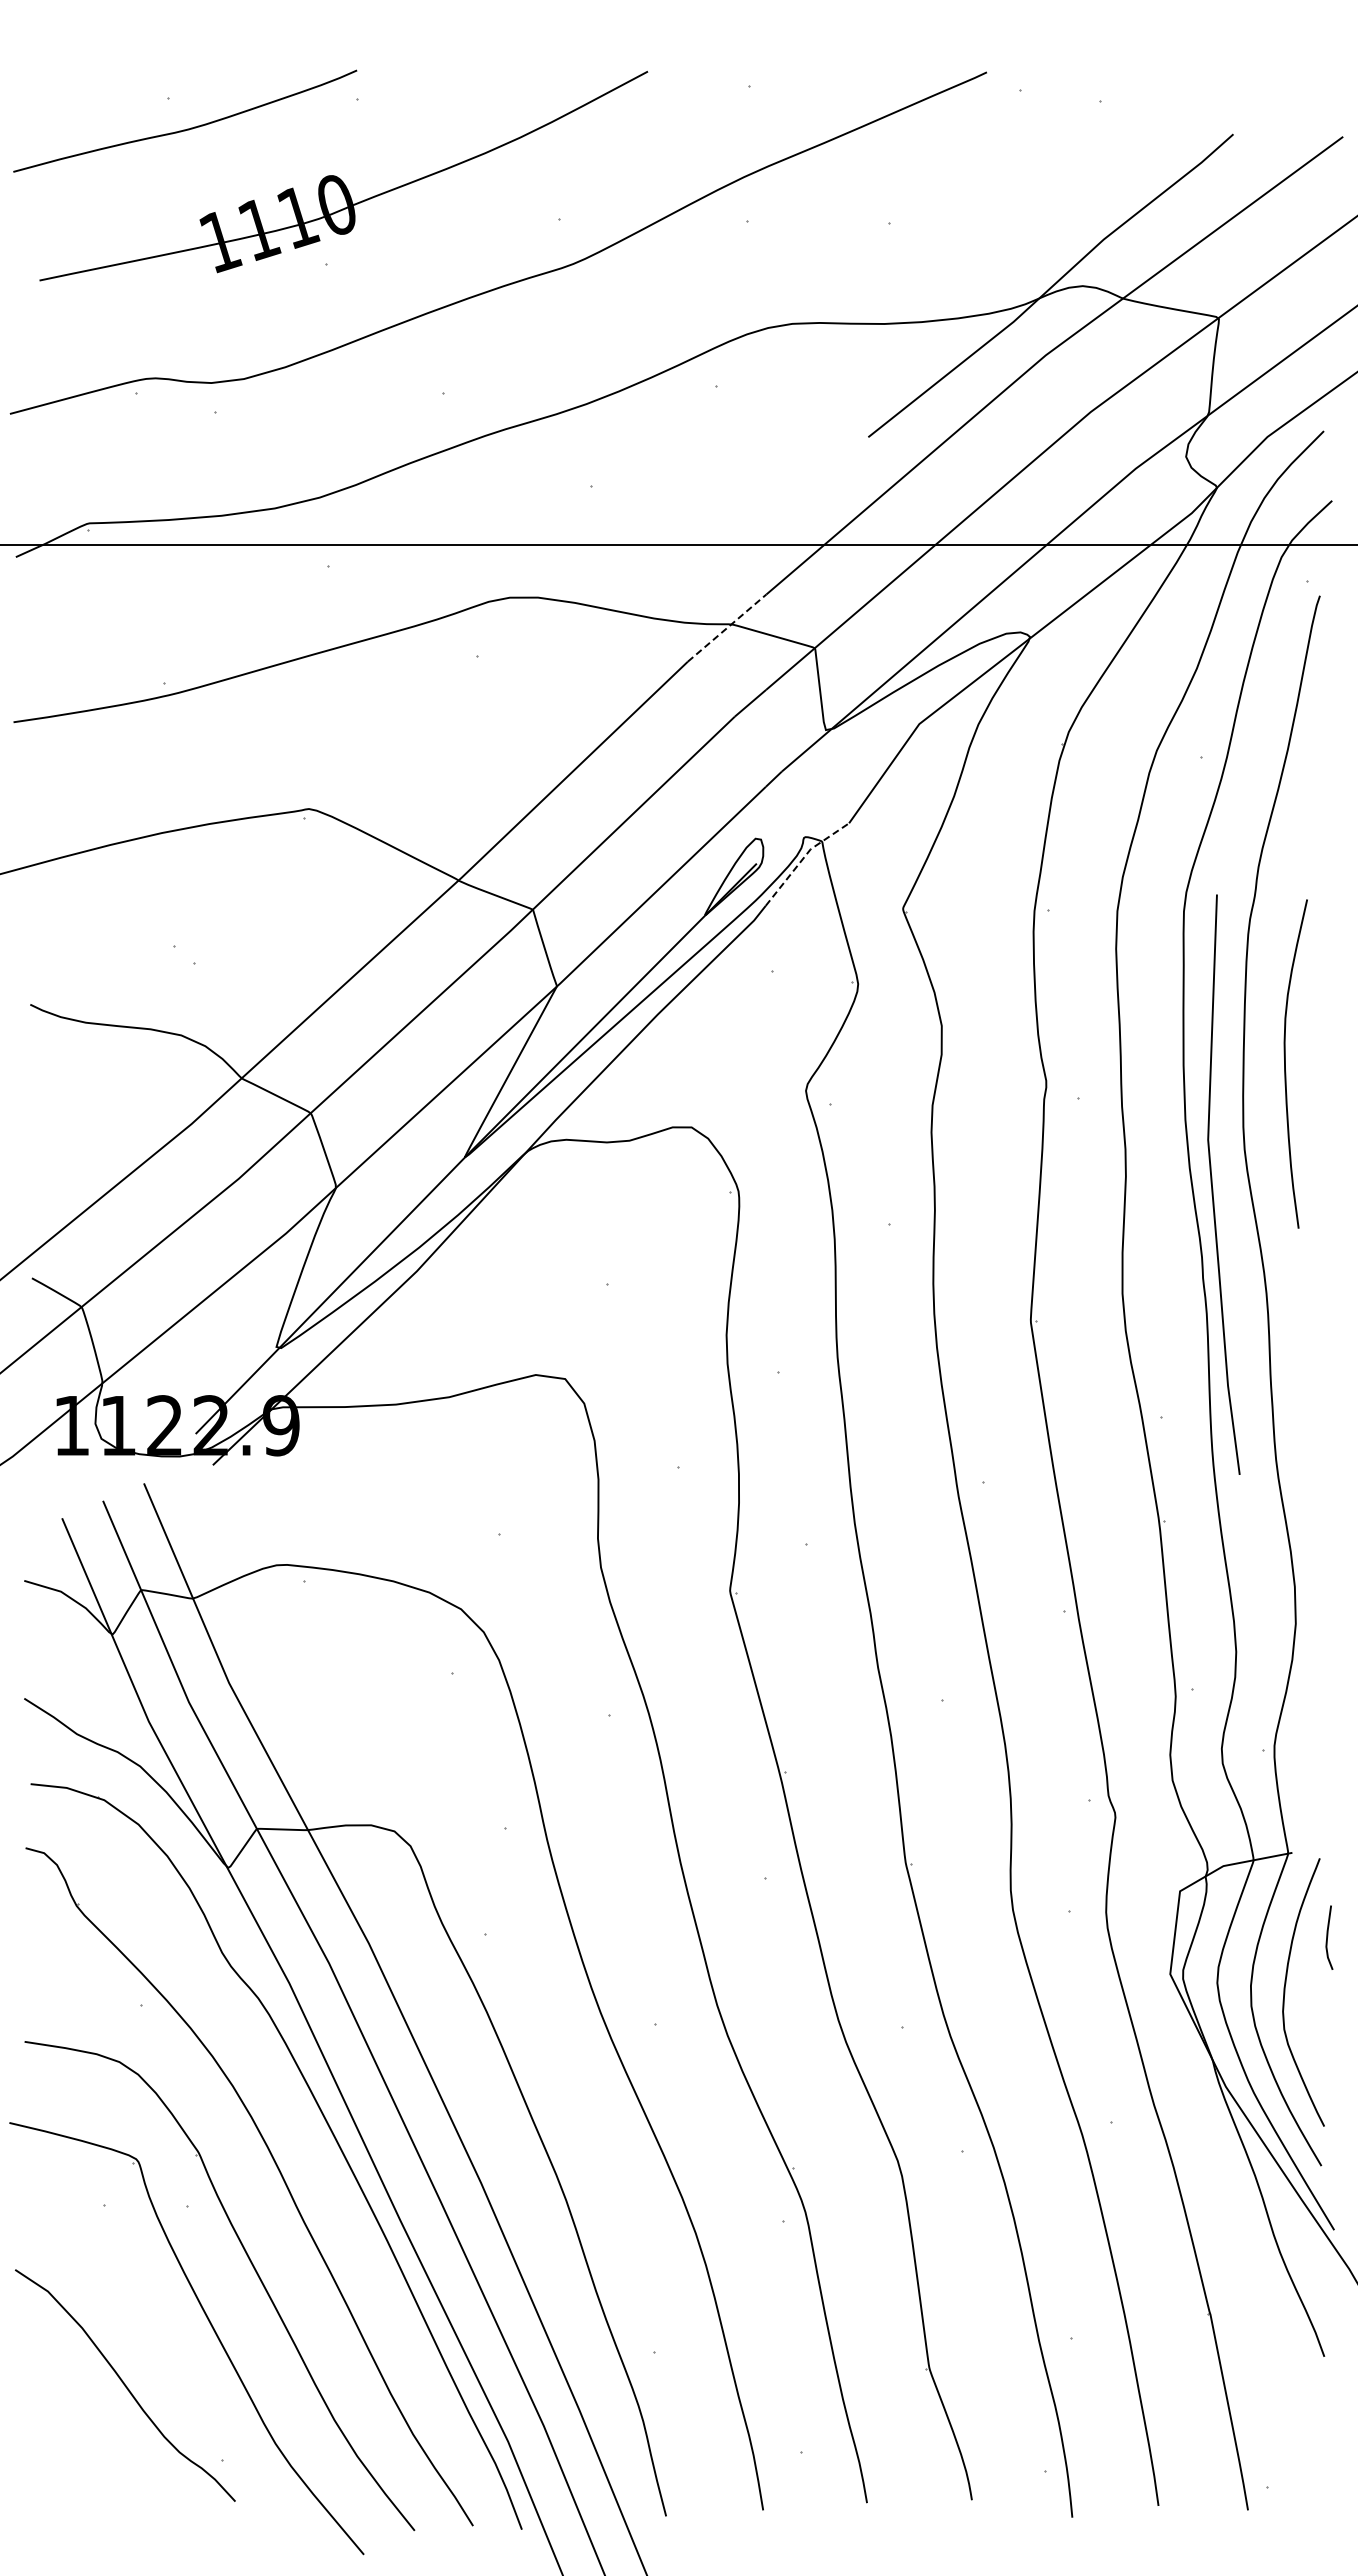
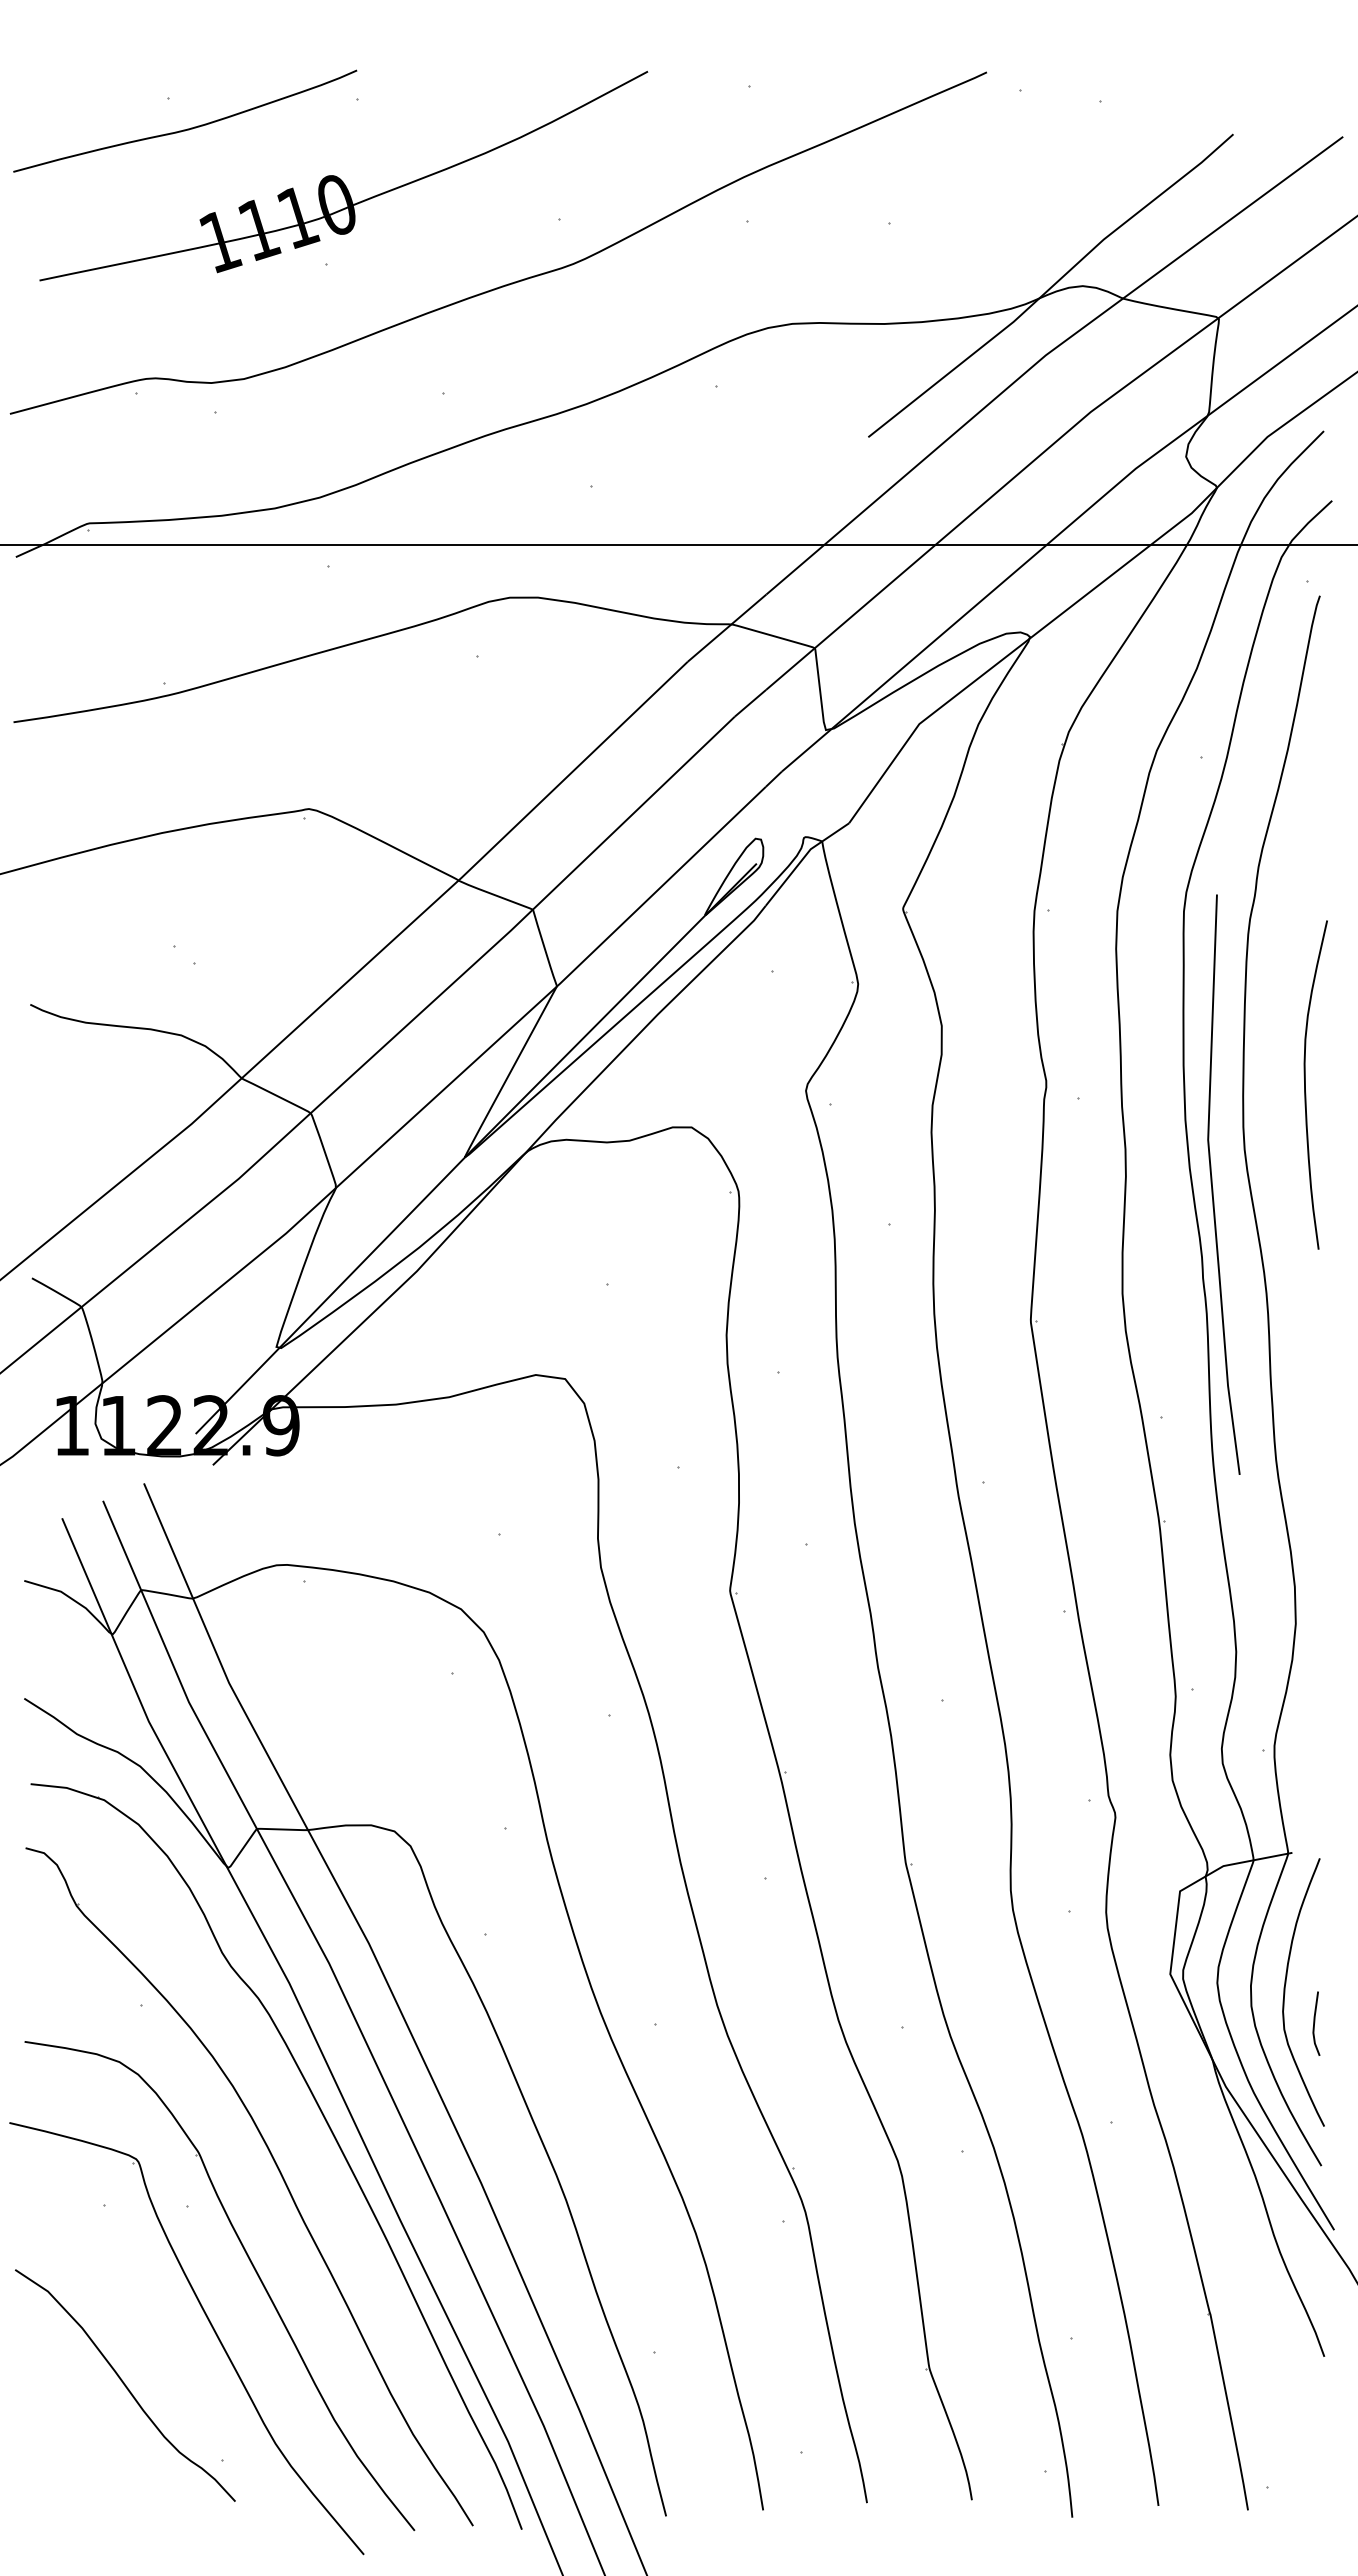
line at (727, 628): dashed -> solid
line at (803, 858): dashed -> solid
curve at (1285, 1063) position: (1285, 1063) -> (1305, 1084)
line at (1328, 1936) position: (1328, 1936) -> (1315, 2022)
